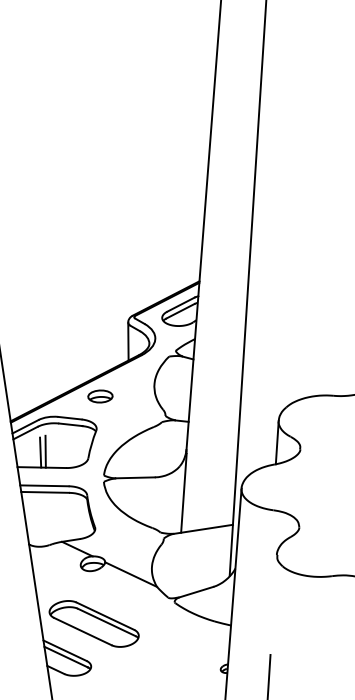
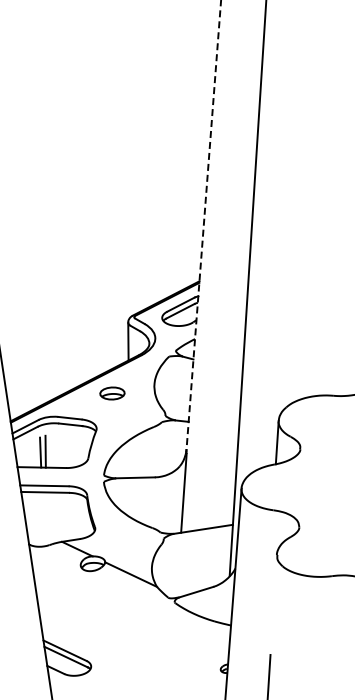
line at (203, 225): solid -> dashed
part at (100, 396) position: (100, 396) -> (112, 393)
part at (93, 623): present -> none
